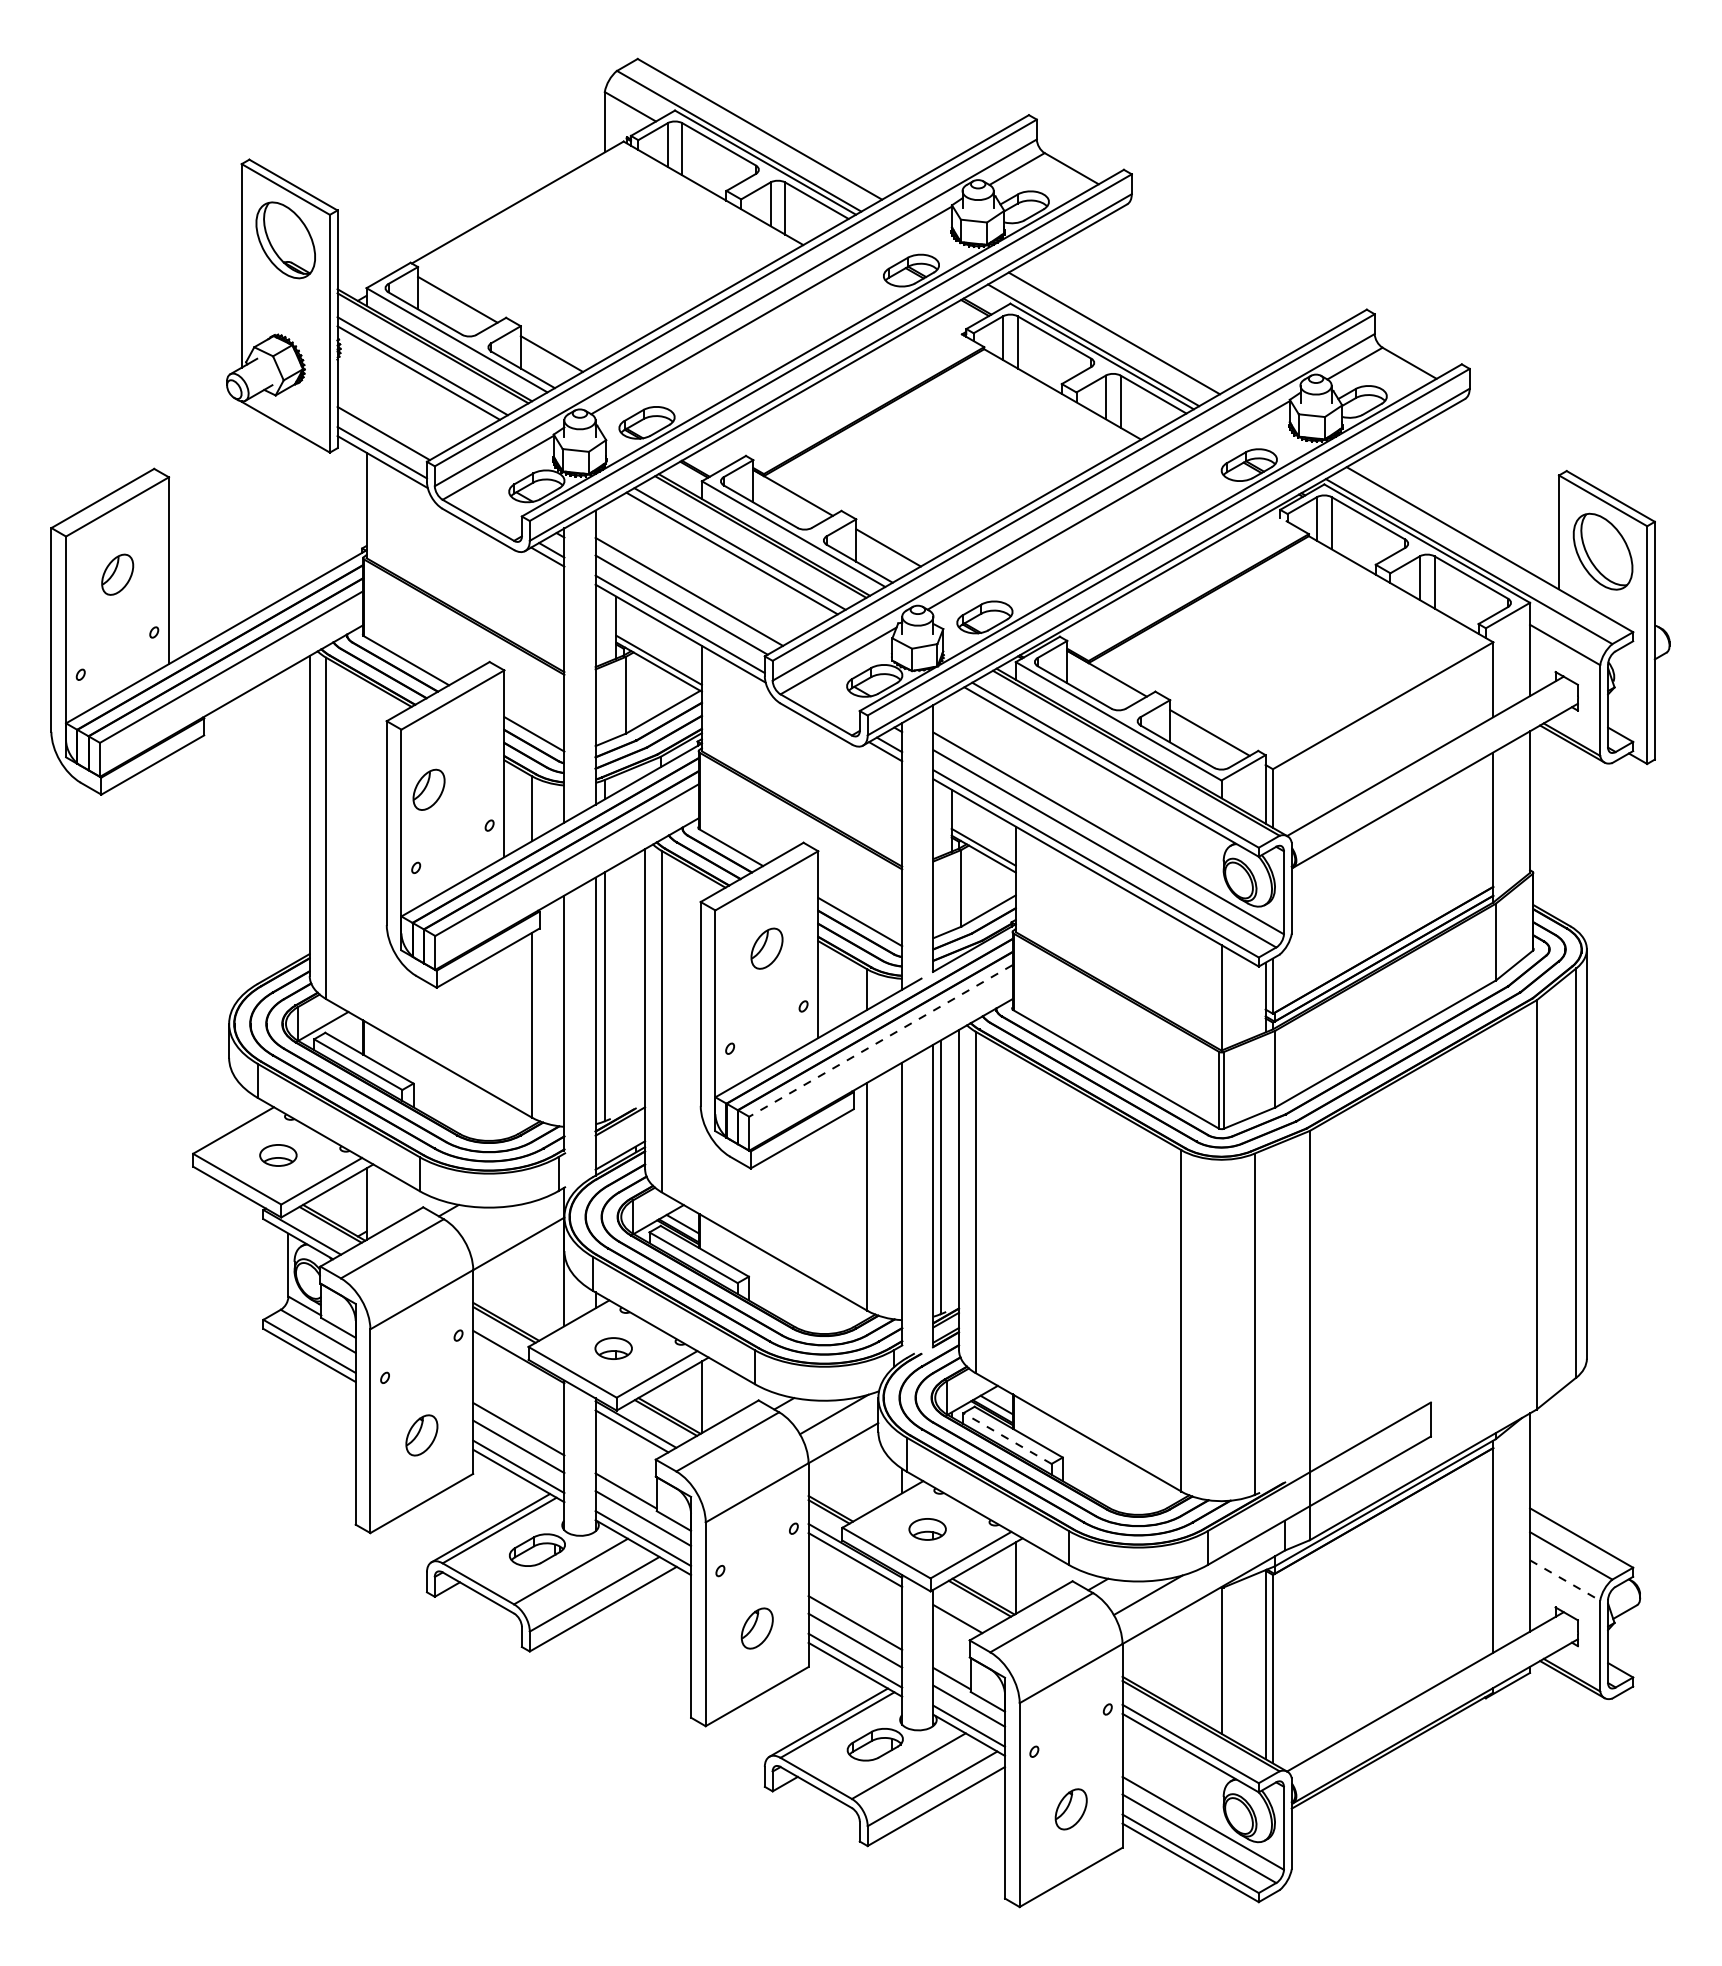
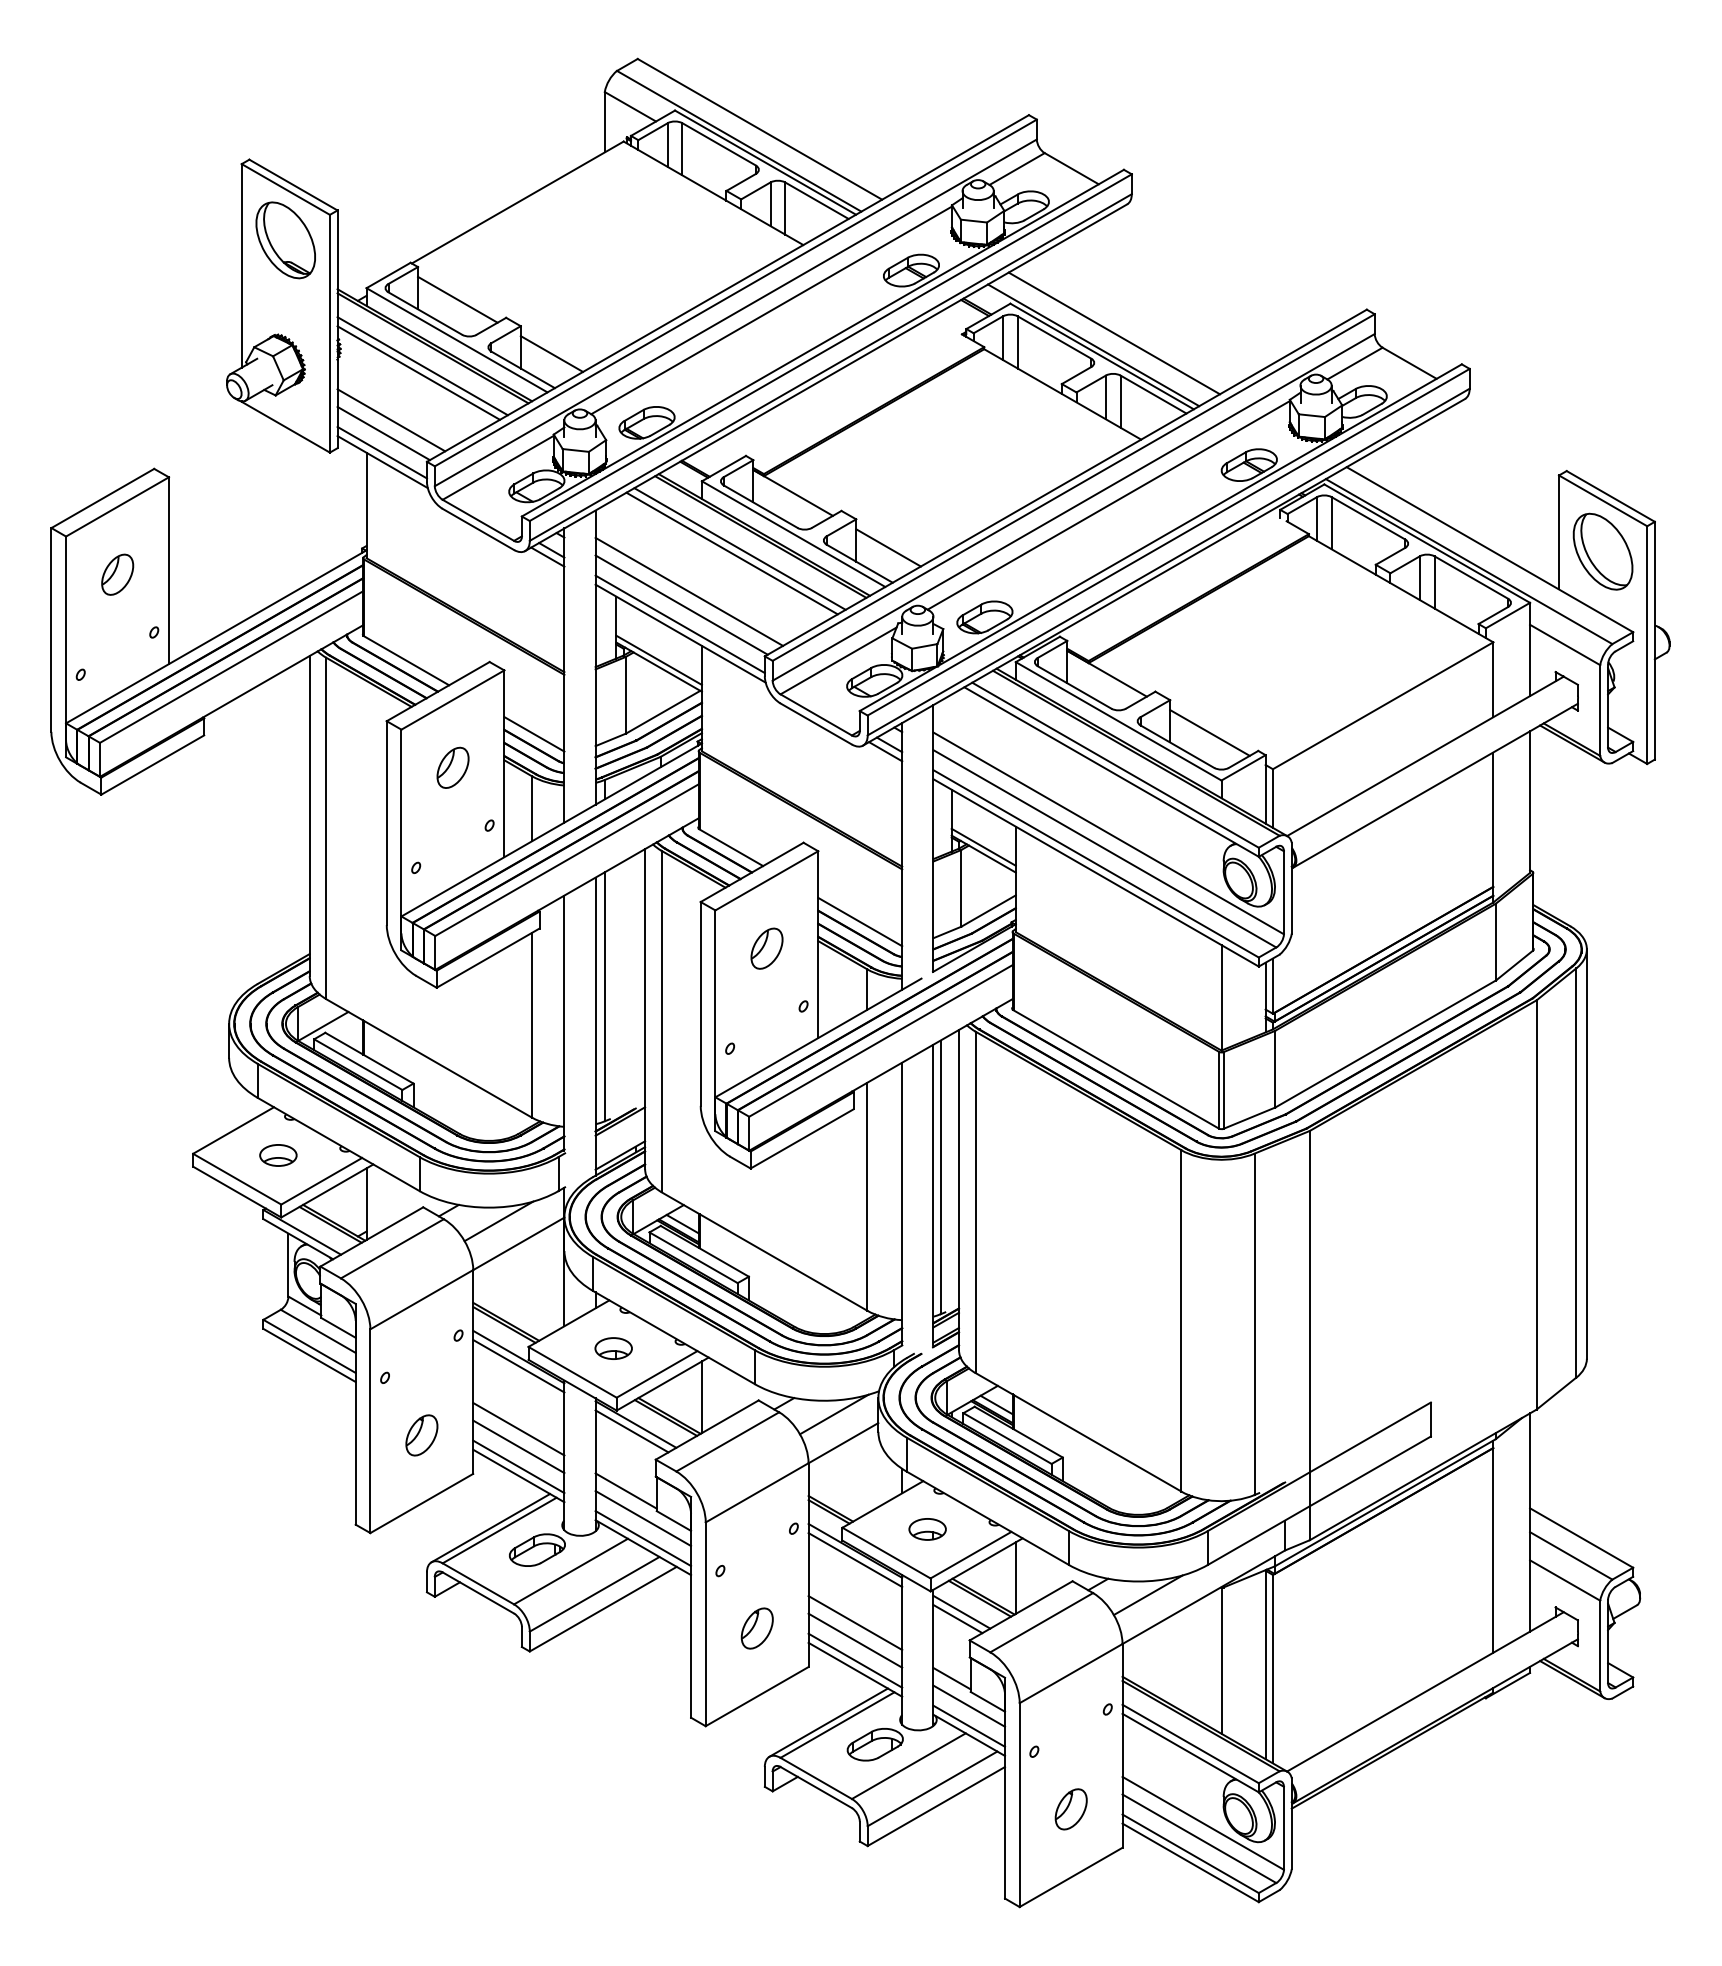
line at (391, 420): none -> present
part at (428, 789) position: (428, 789) -> (452, 767)
line at (880, 1040): dashed -> solid
line at (498, 1221): none -> present
line at (518, 1365): none -> present
line at (1007, 1438): dashed -> solid
line at (1565, 1580): dashed -> solid
line at (961, 1611): none -> present
